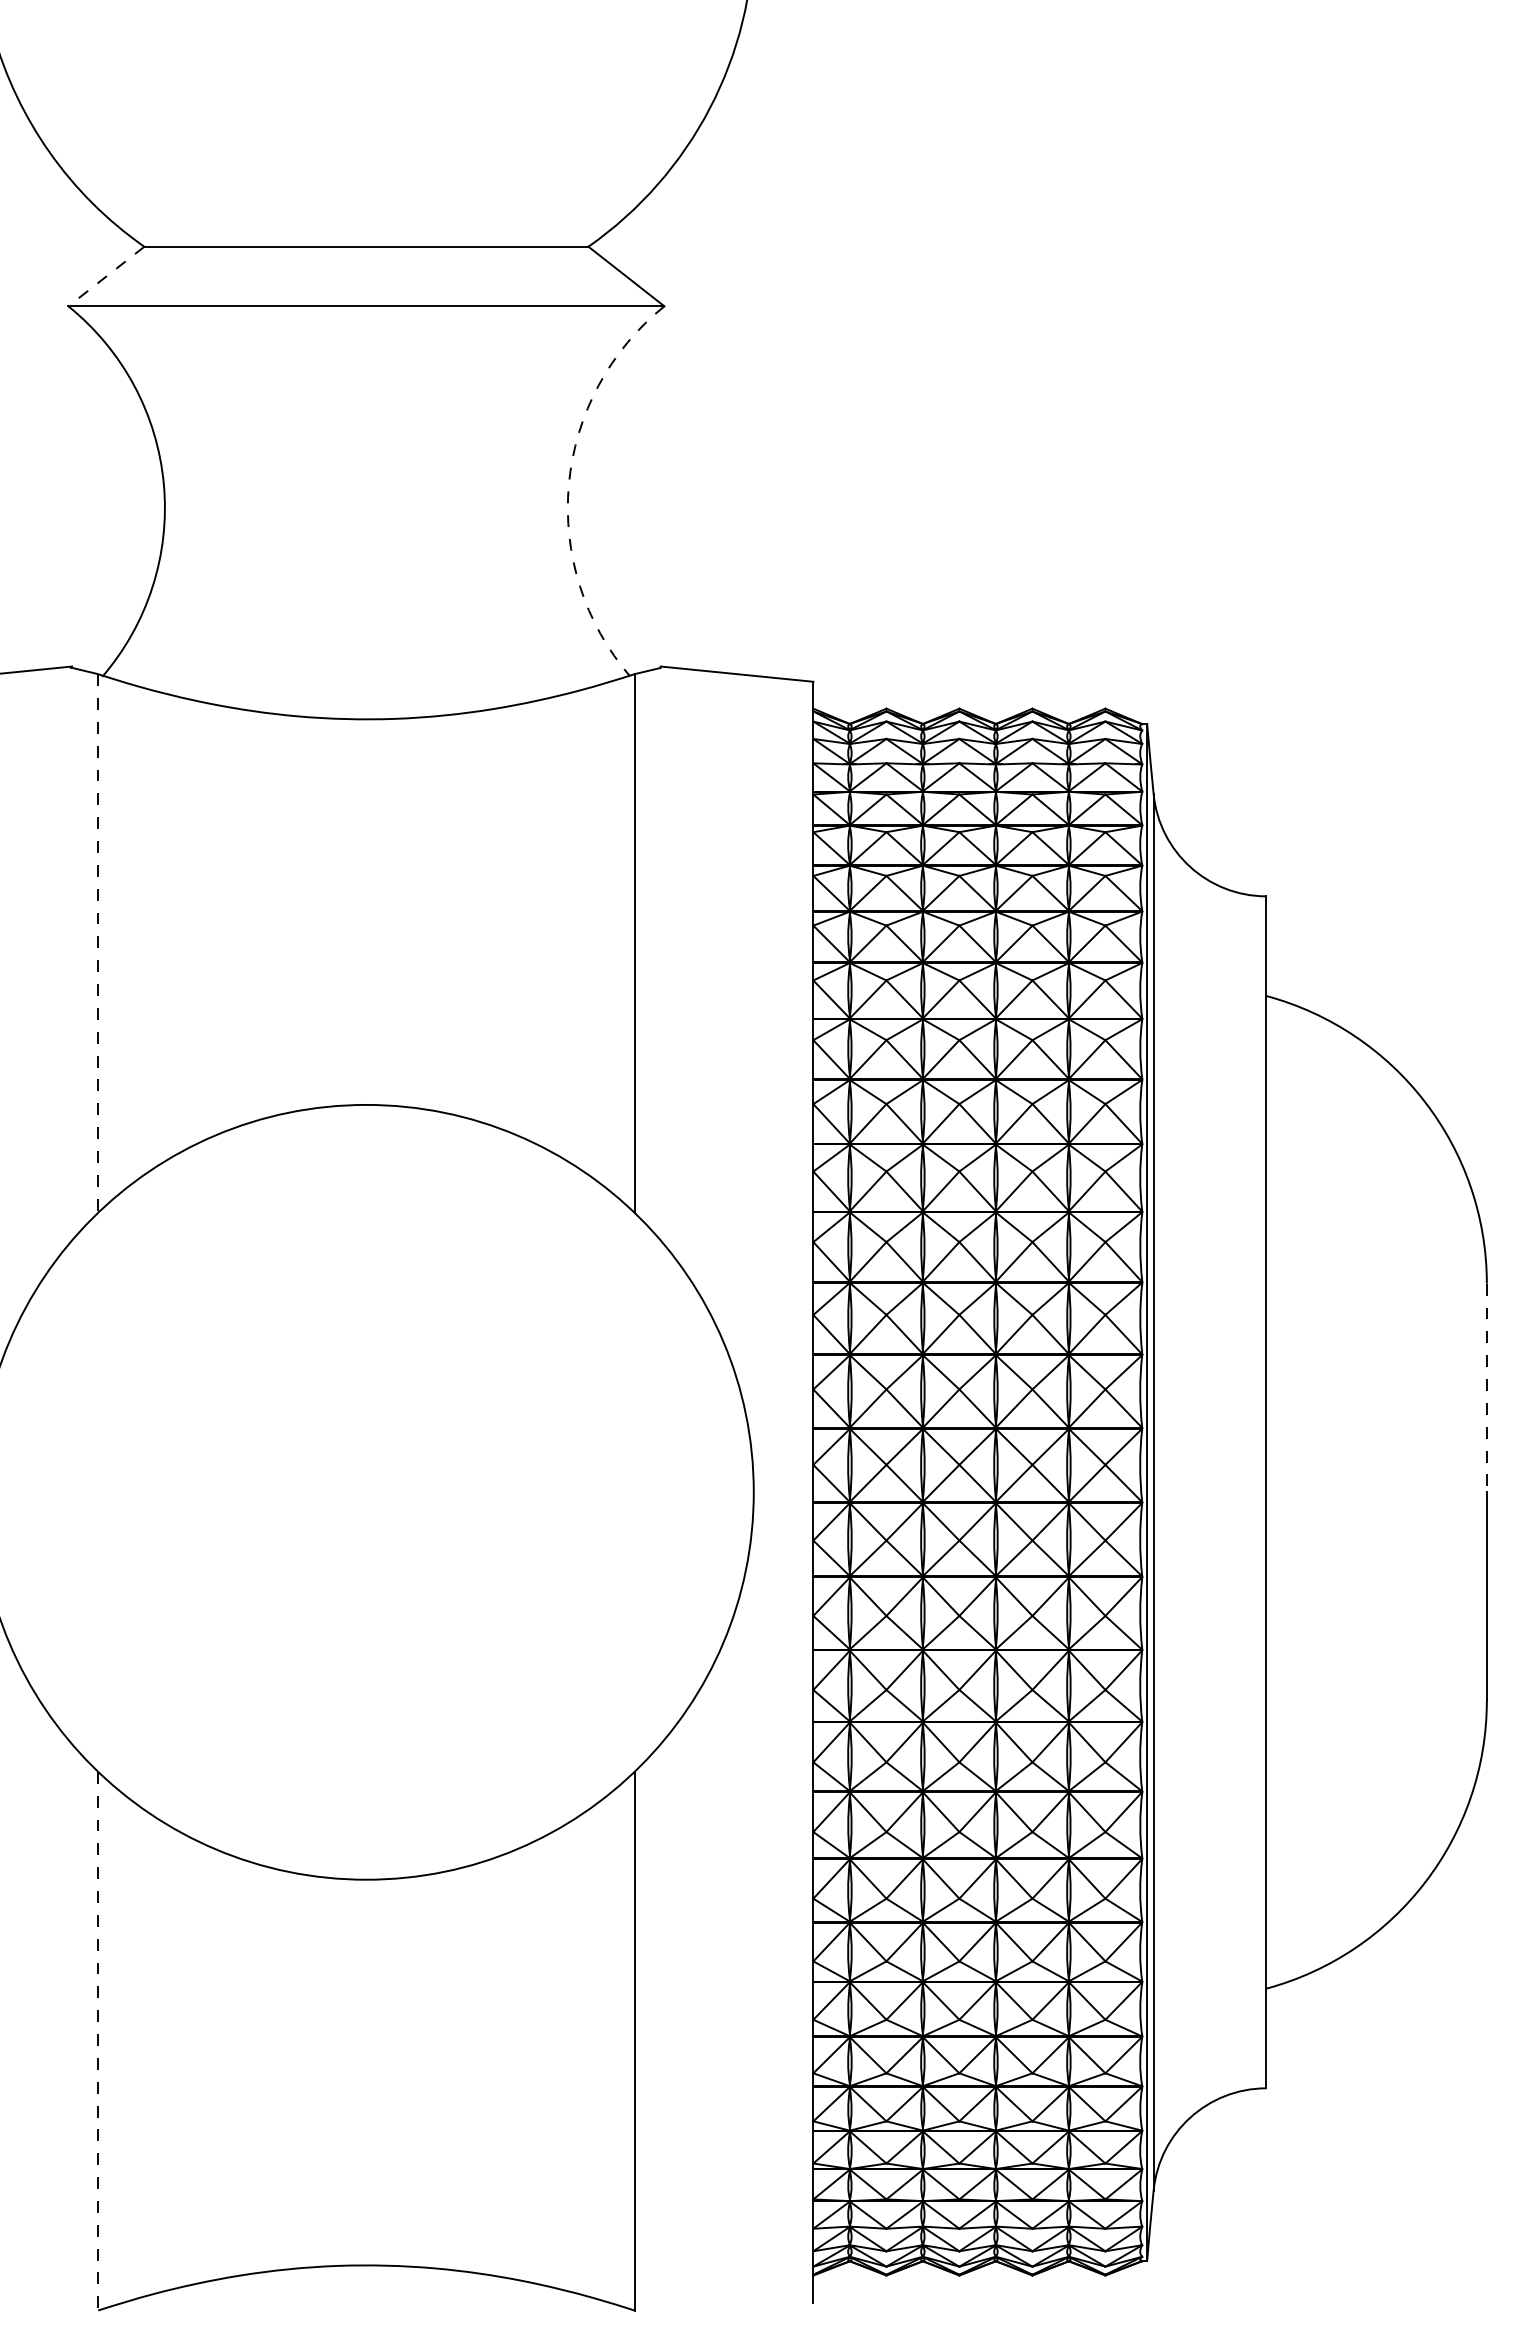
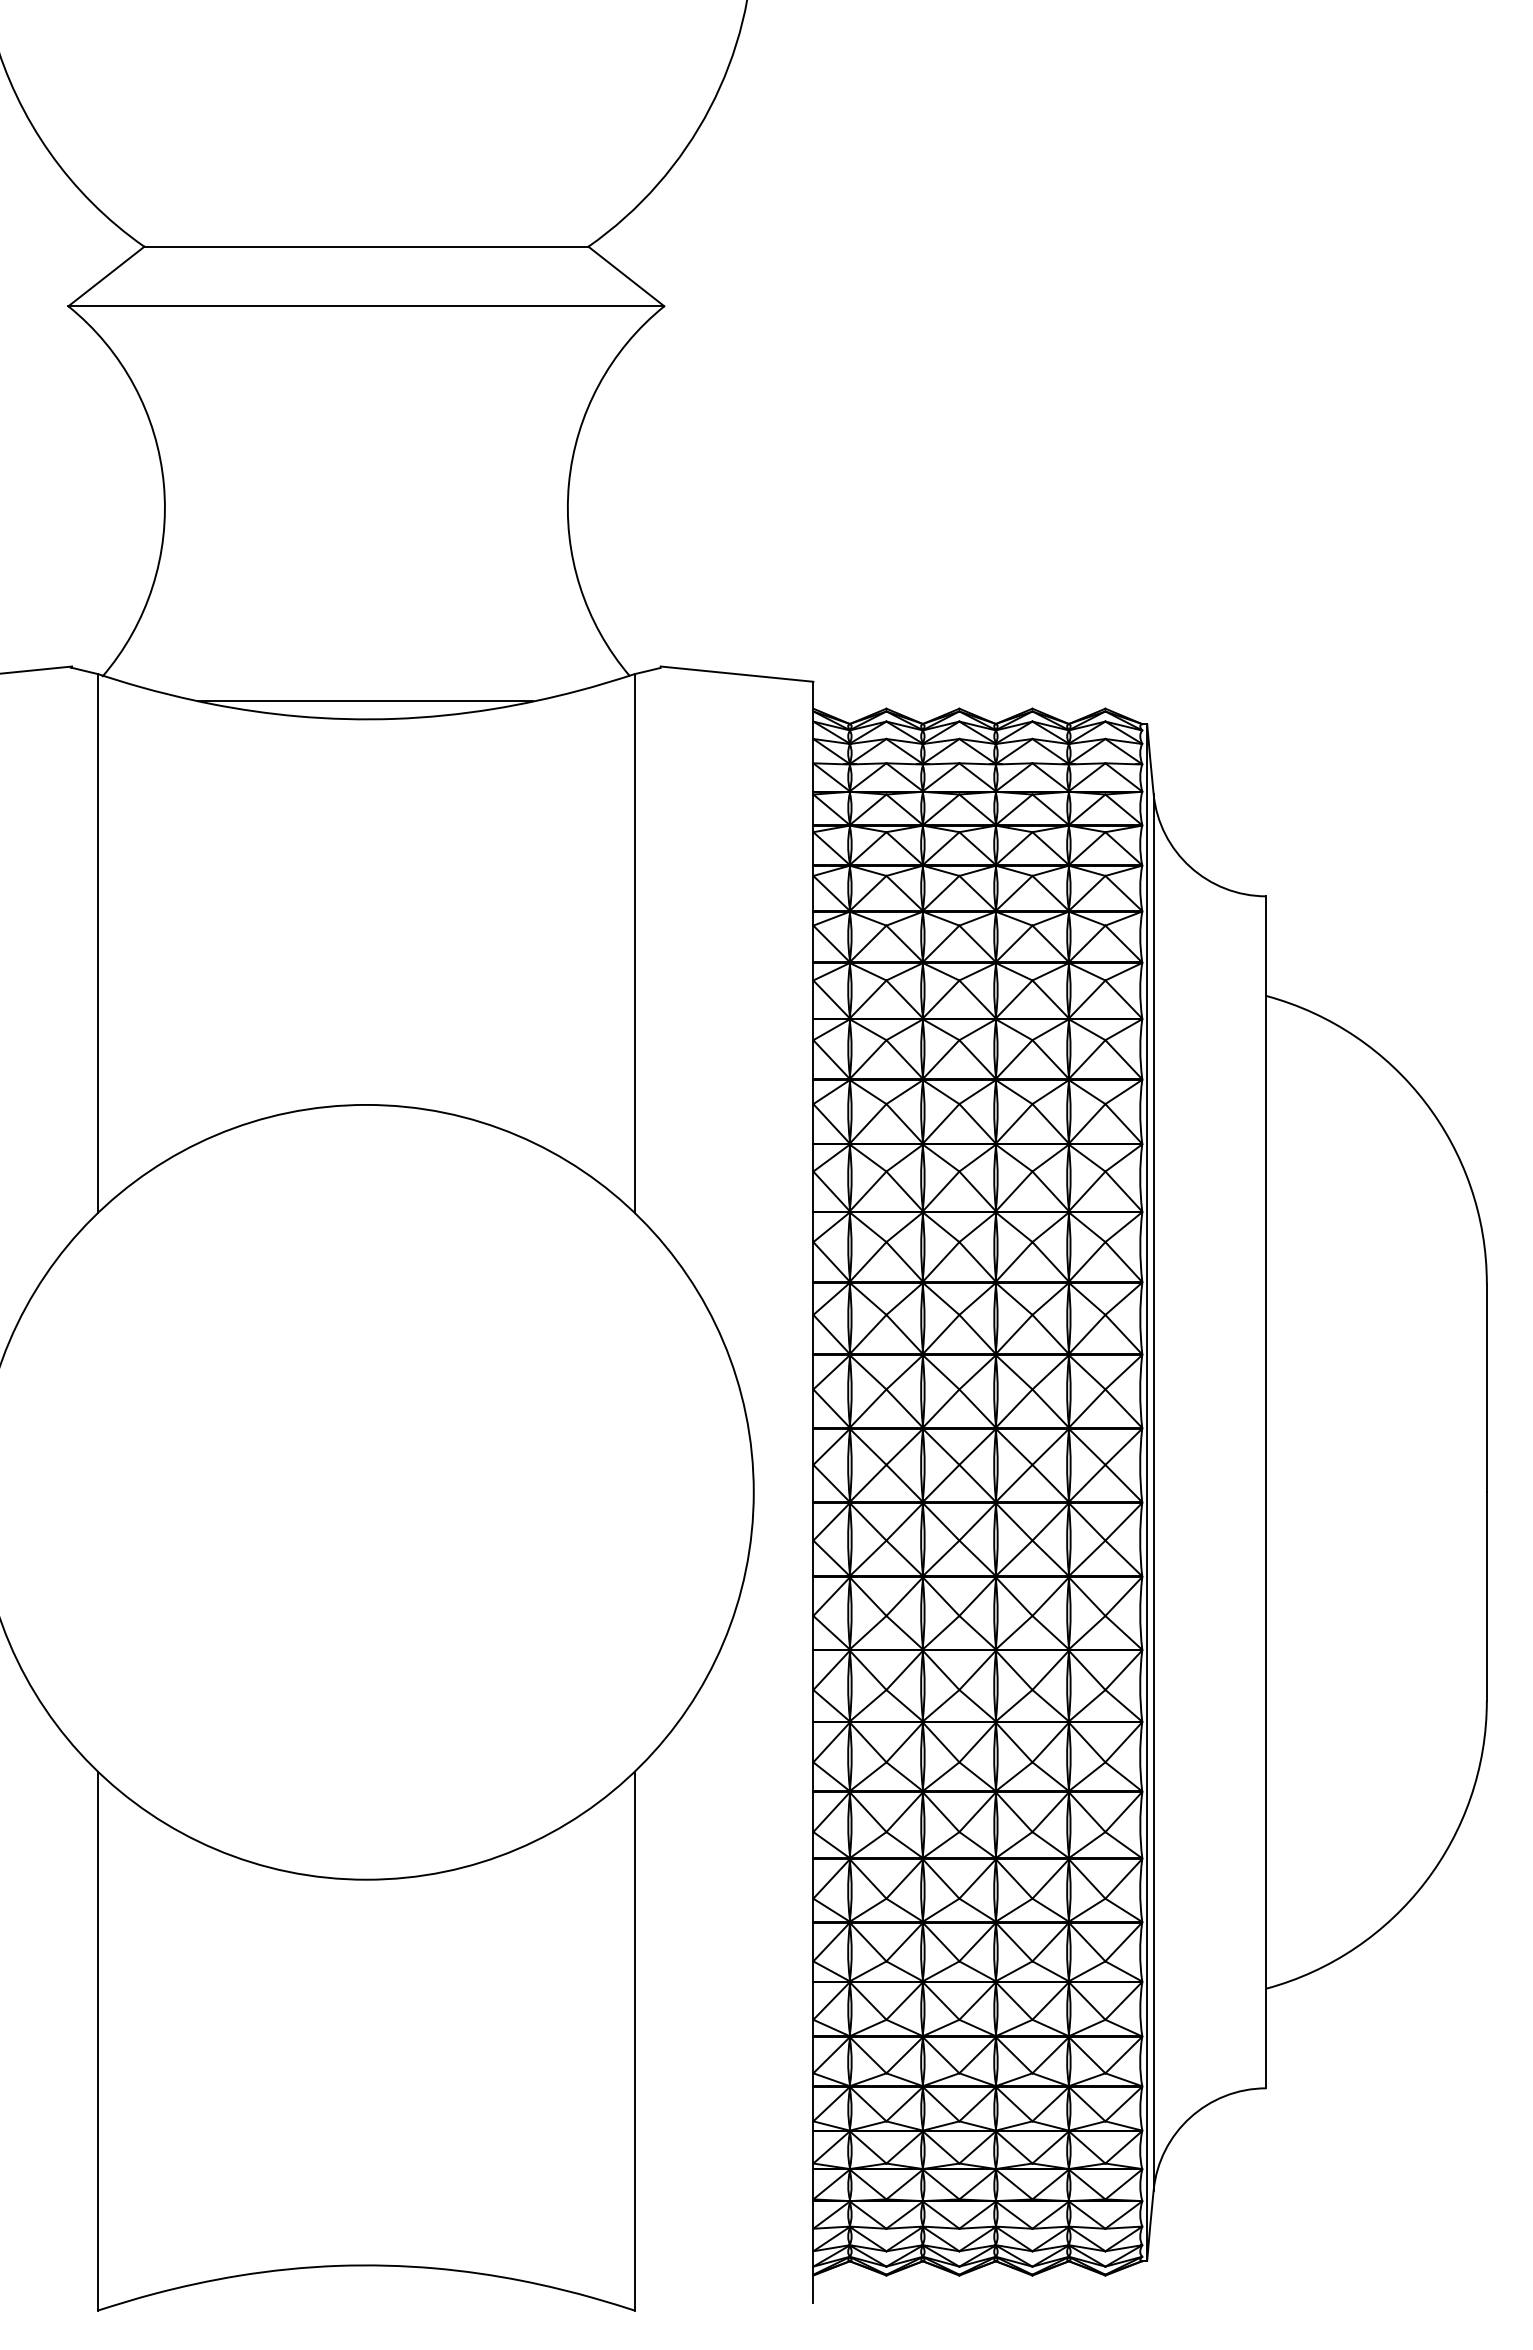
line at (106, 276): dashed -> solid
arc at (568, 484): dashed -> solid
line at (365, 701): none -> present
line at (98, 943): dashed -> solid
line at (1486, 1388): dashed -> solid
line at (98, 2041): dashed -> solid
